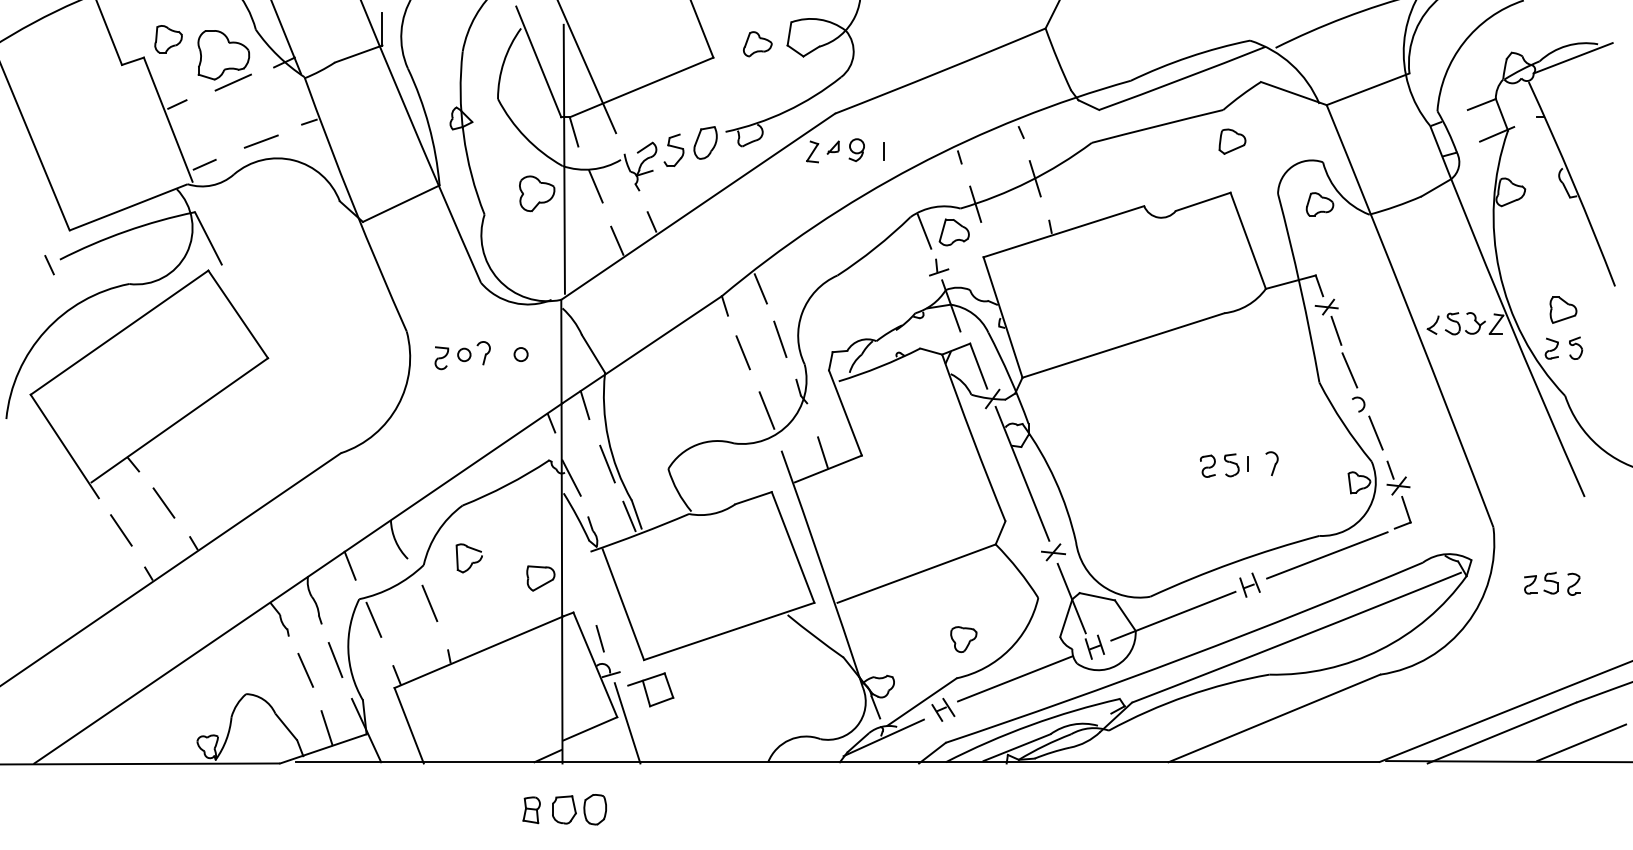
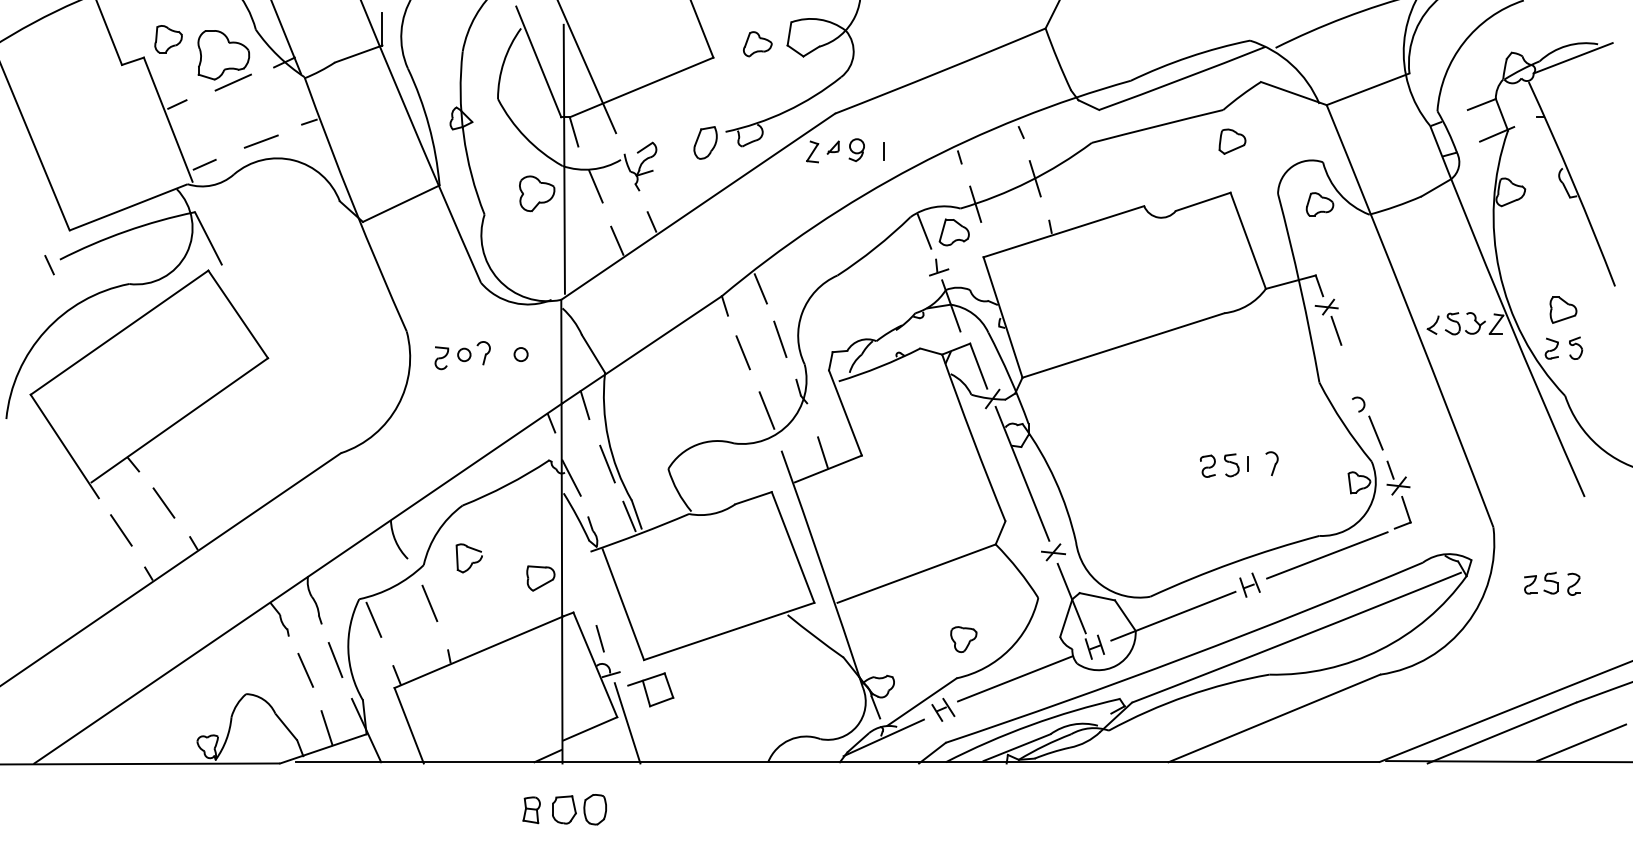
part at (673, 149): present -> none
line at (1349, 370): present -> none
line at (349, 565): present -> none
